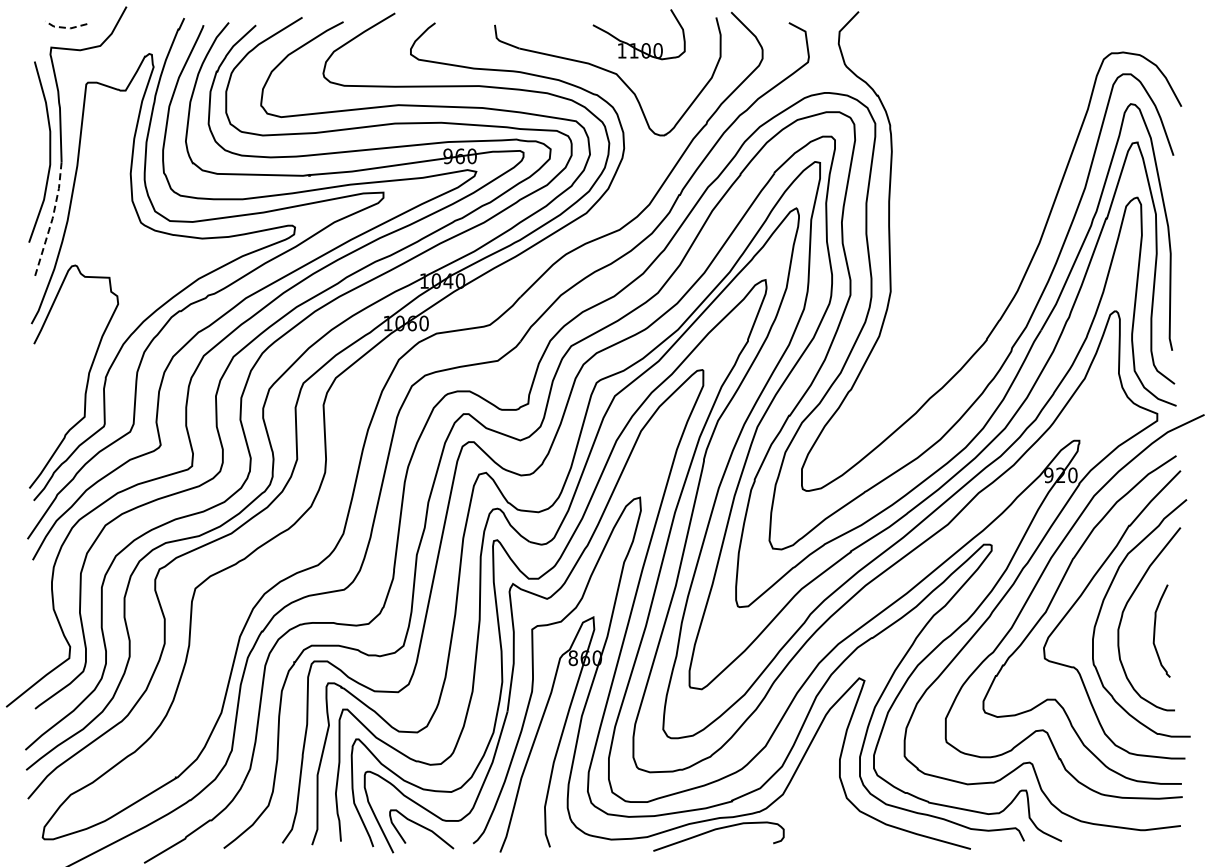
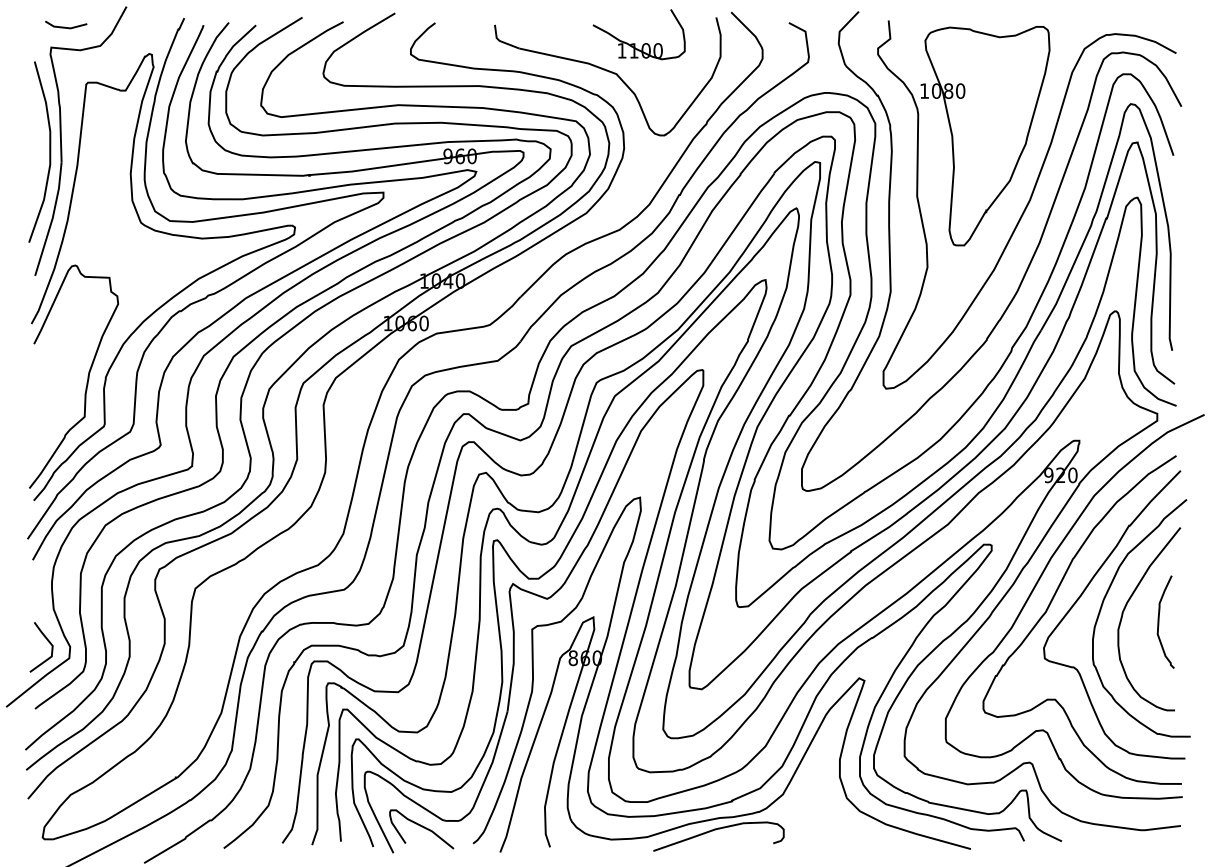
line at (65, 27): dashed -> solid
part at (1026, 204): none -> present
line at (52, 218): dashed -> solid
curve at (1155, 630) position: (1155, 630) -> (1159, 621)
line at (47, 641): none -> present
